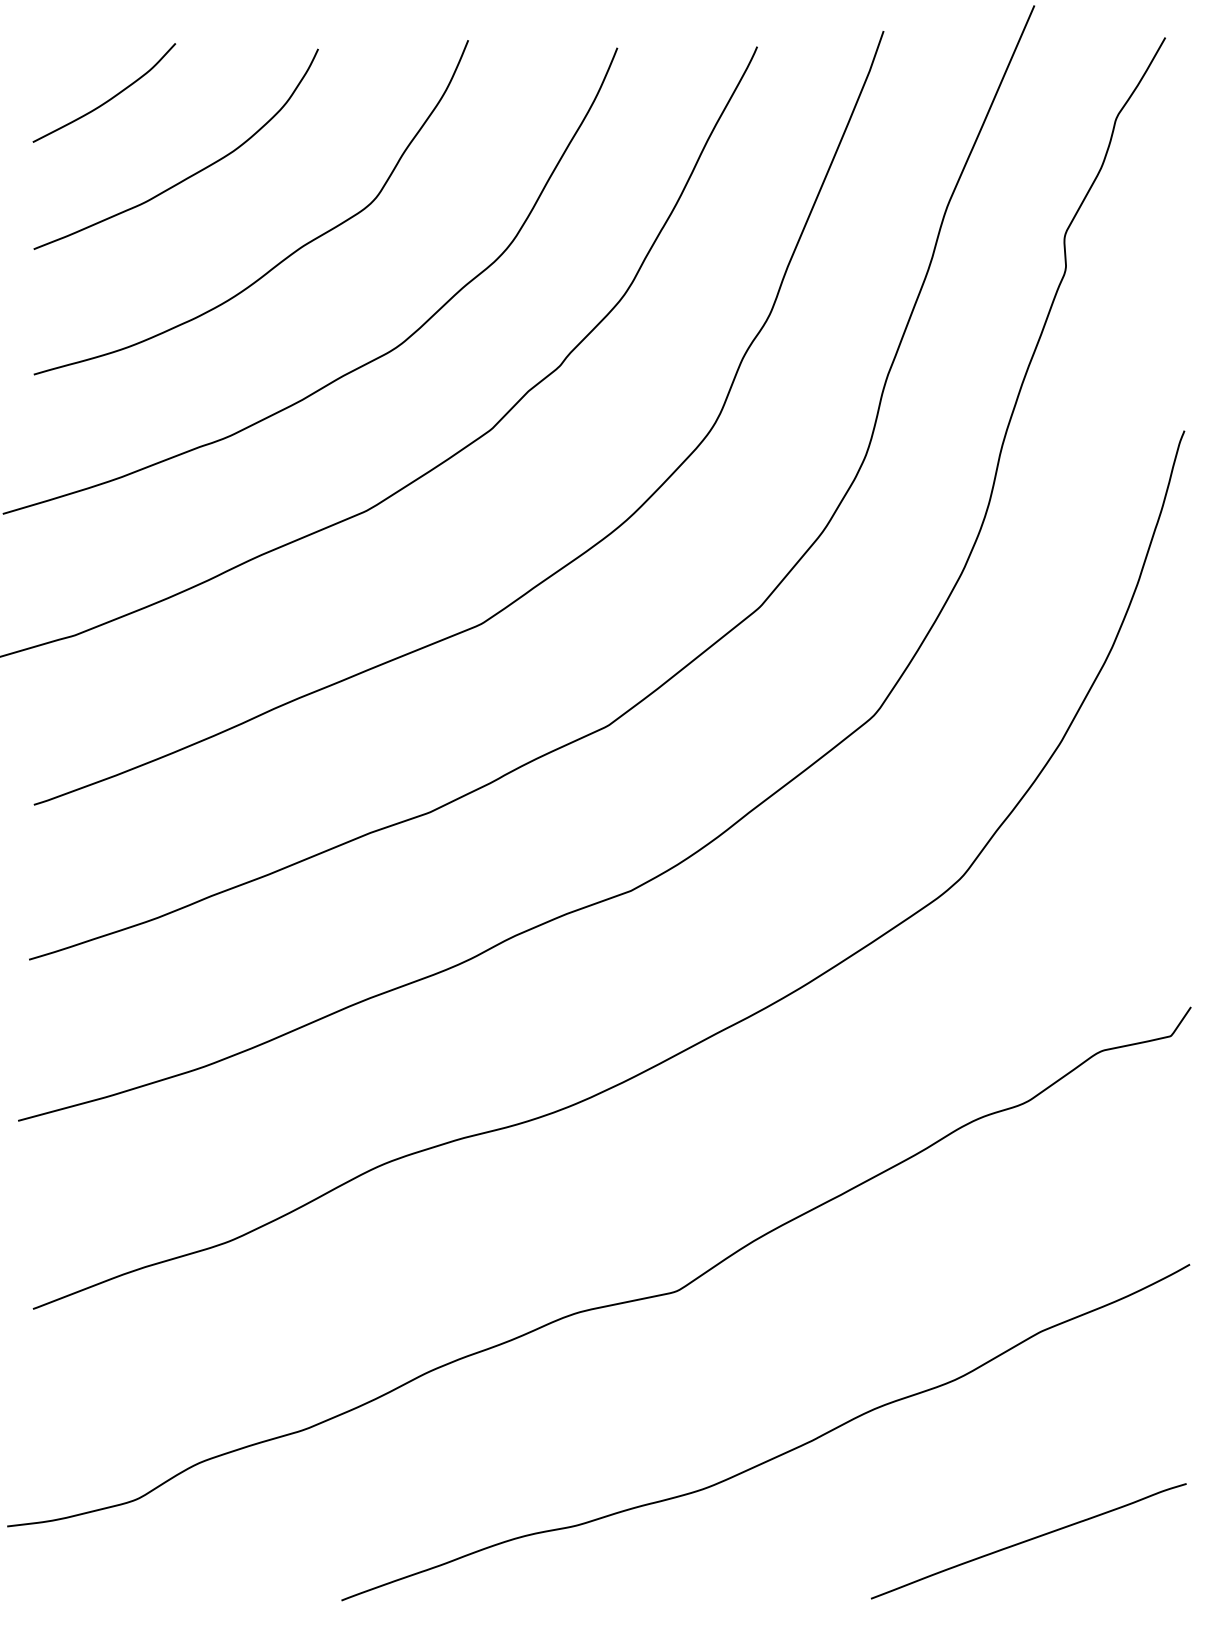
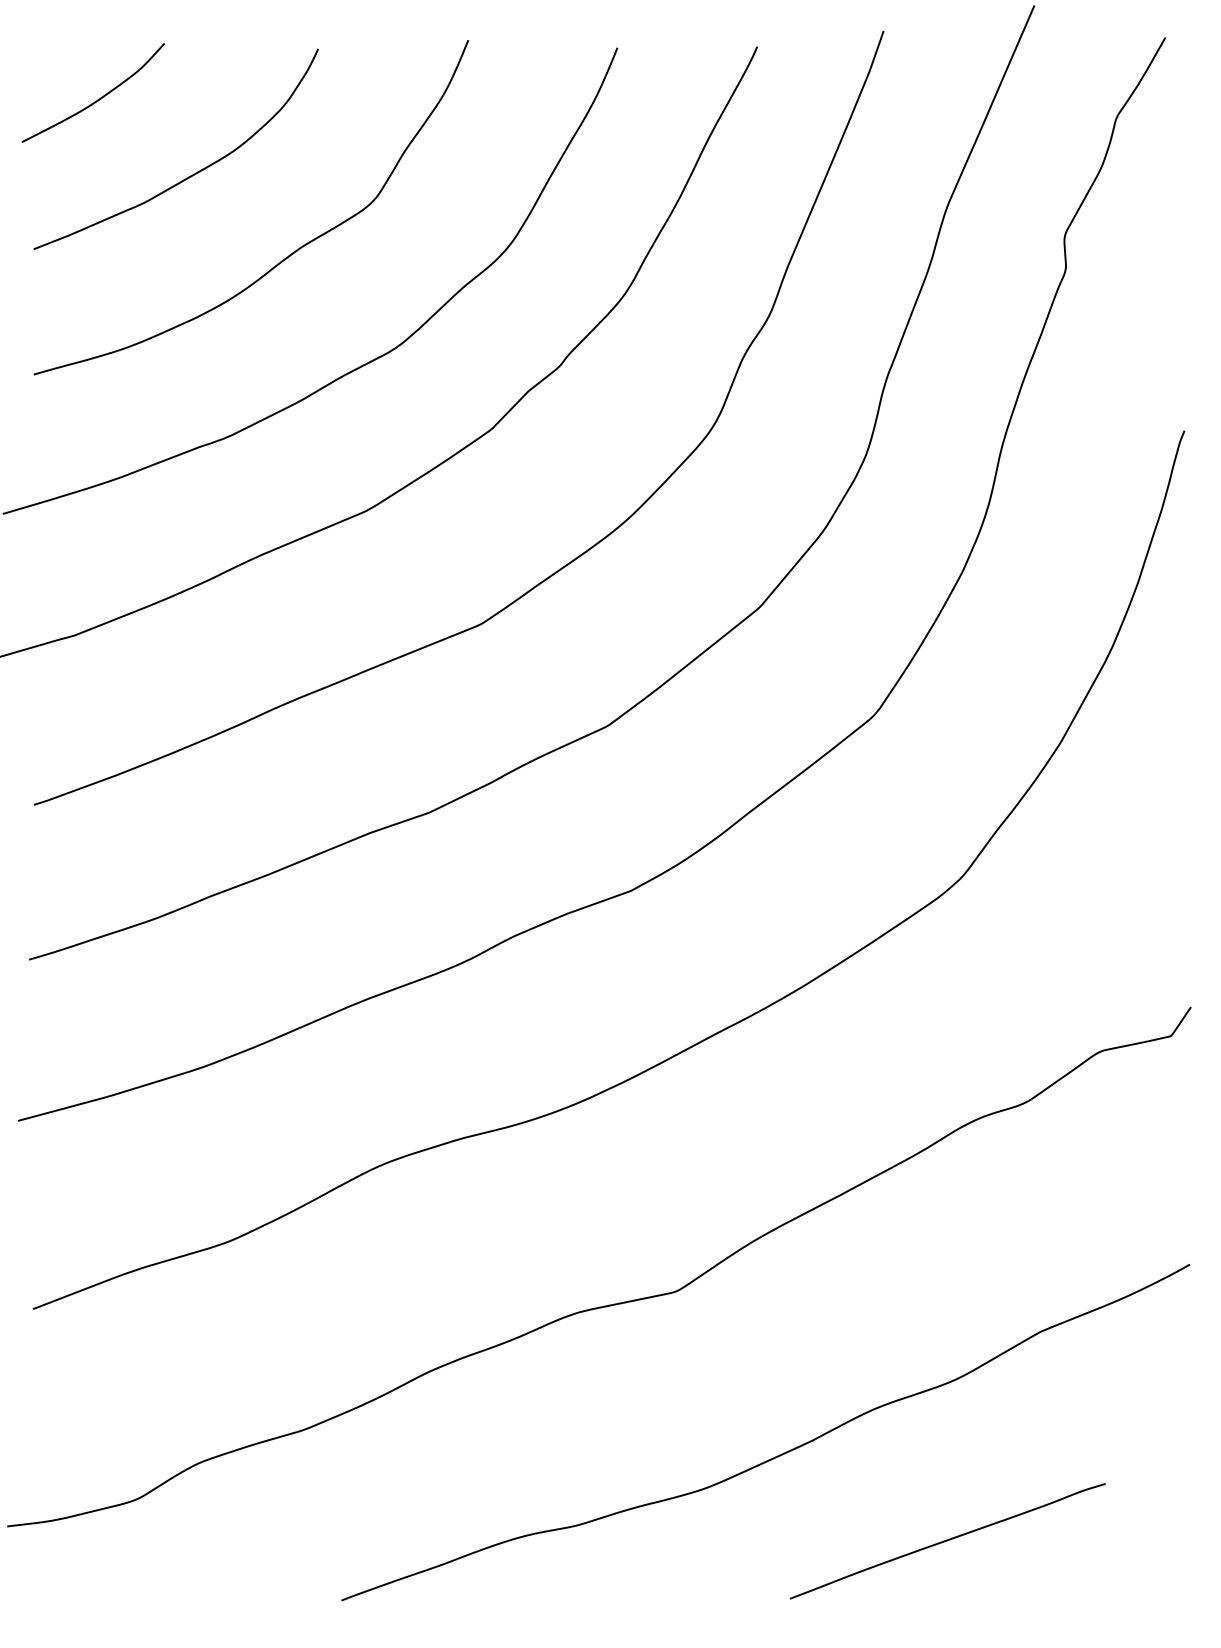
curve at (108, 99) position: (108, 99) -> (97, 99)
curve at (1028, 1541) position: (1028, 1541) -> (947, 1541)
